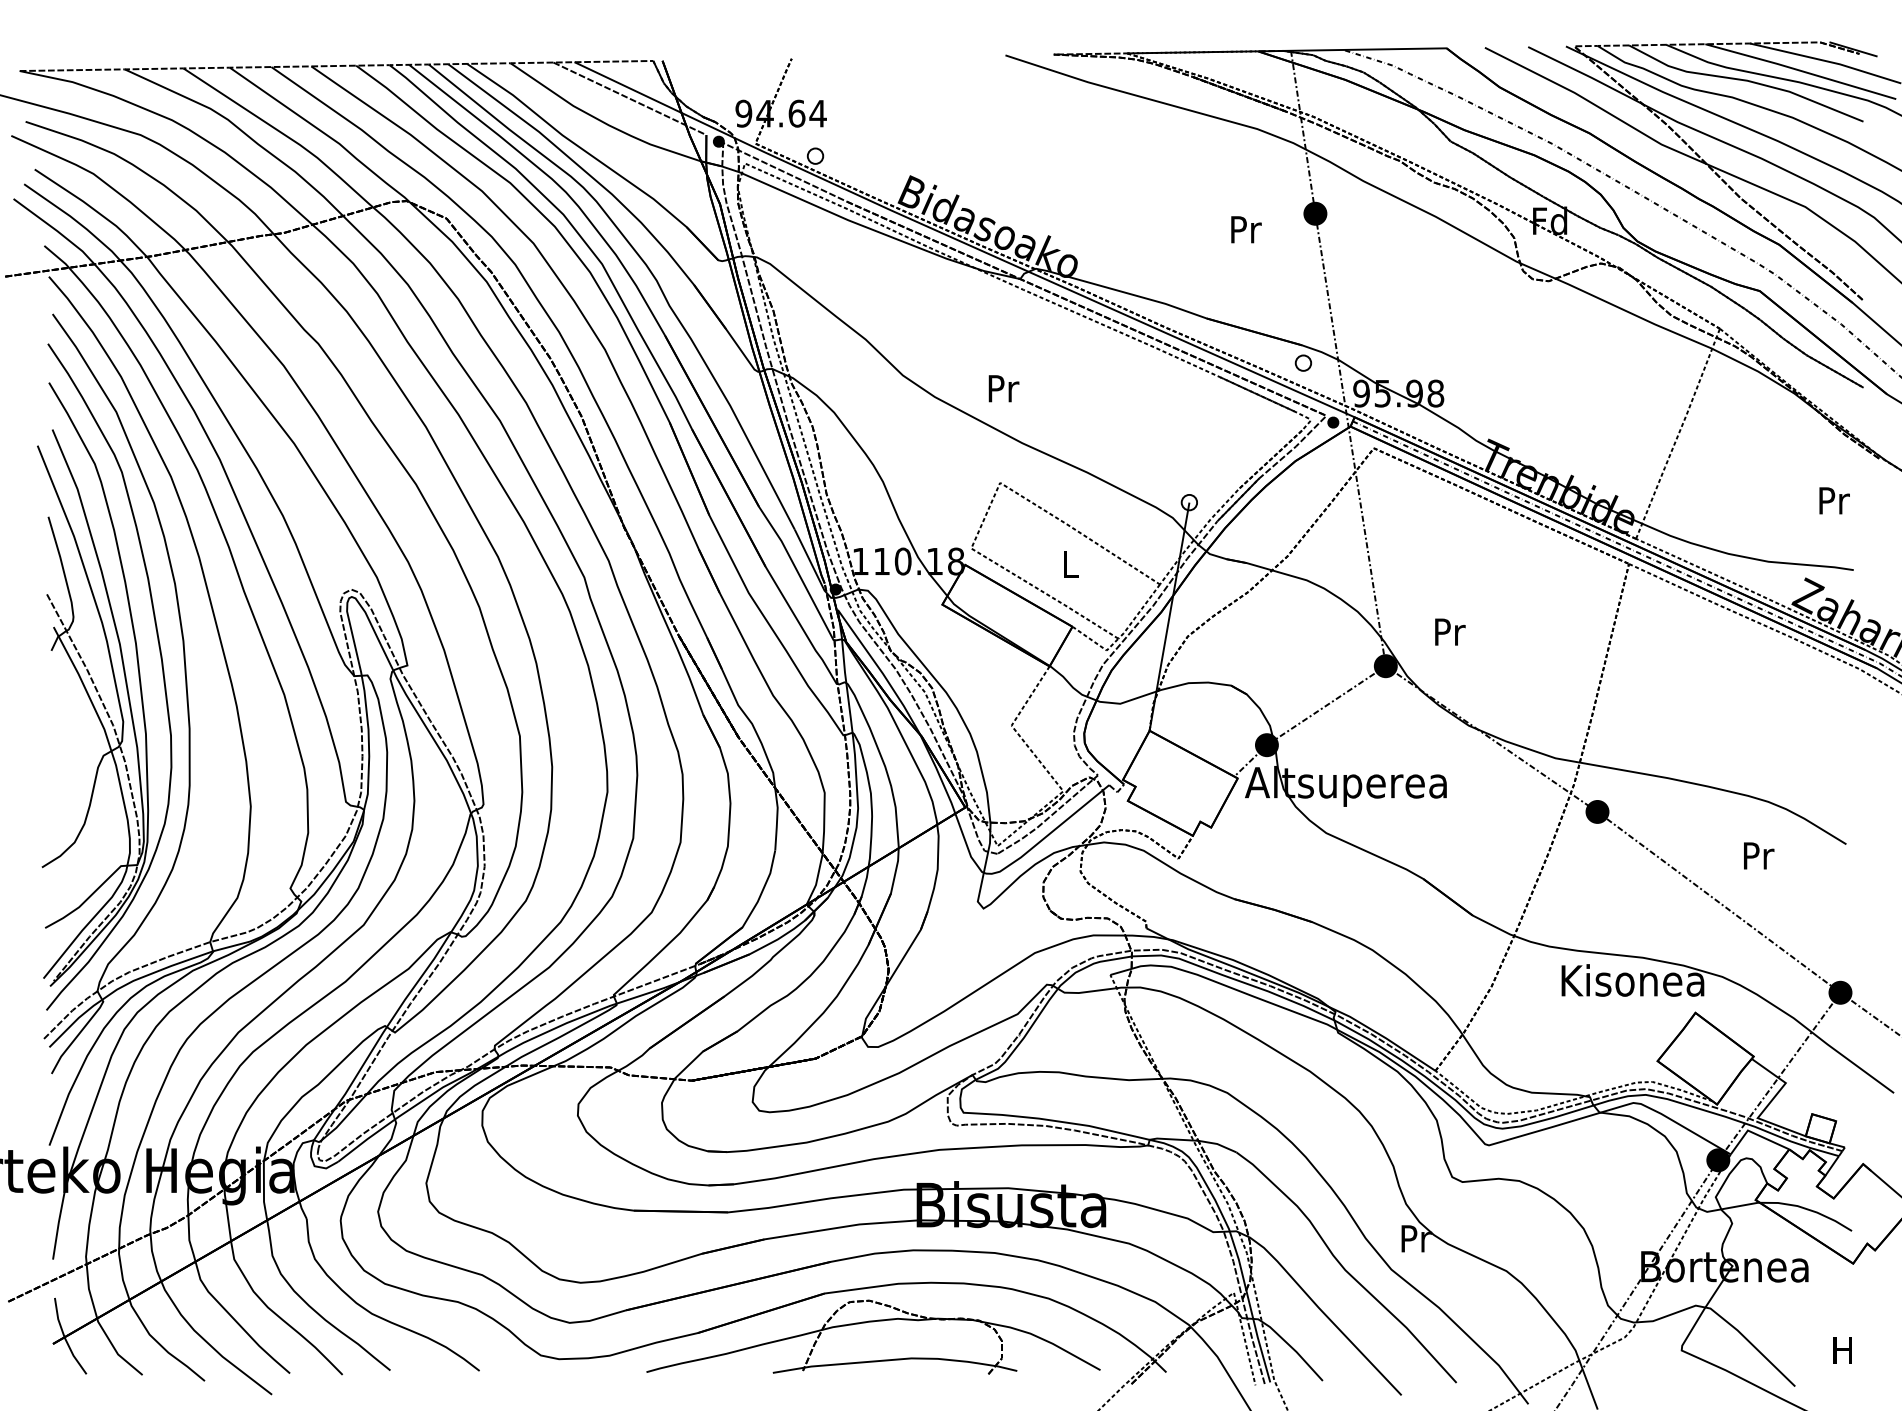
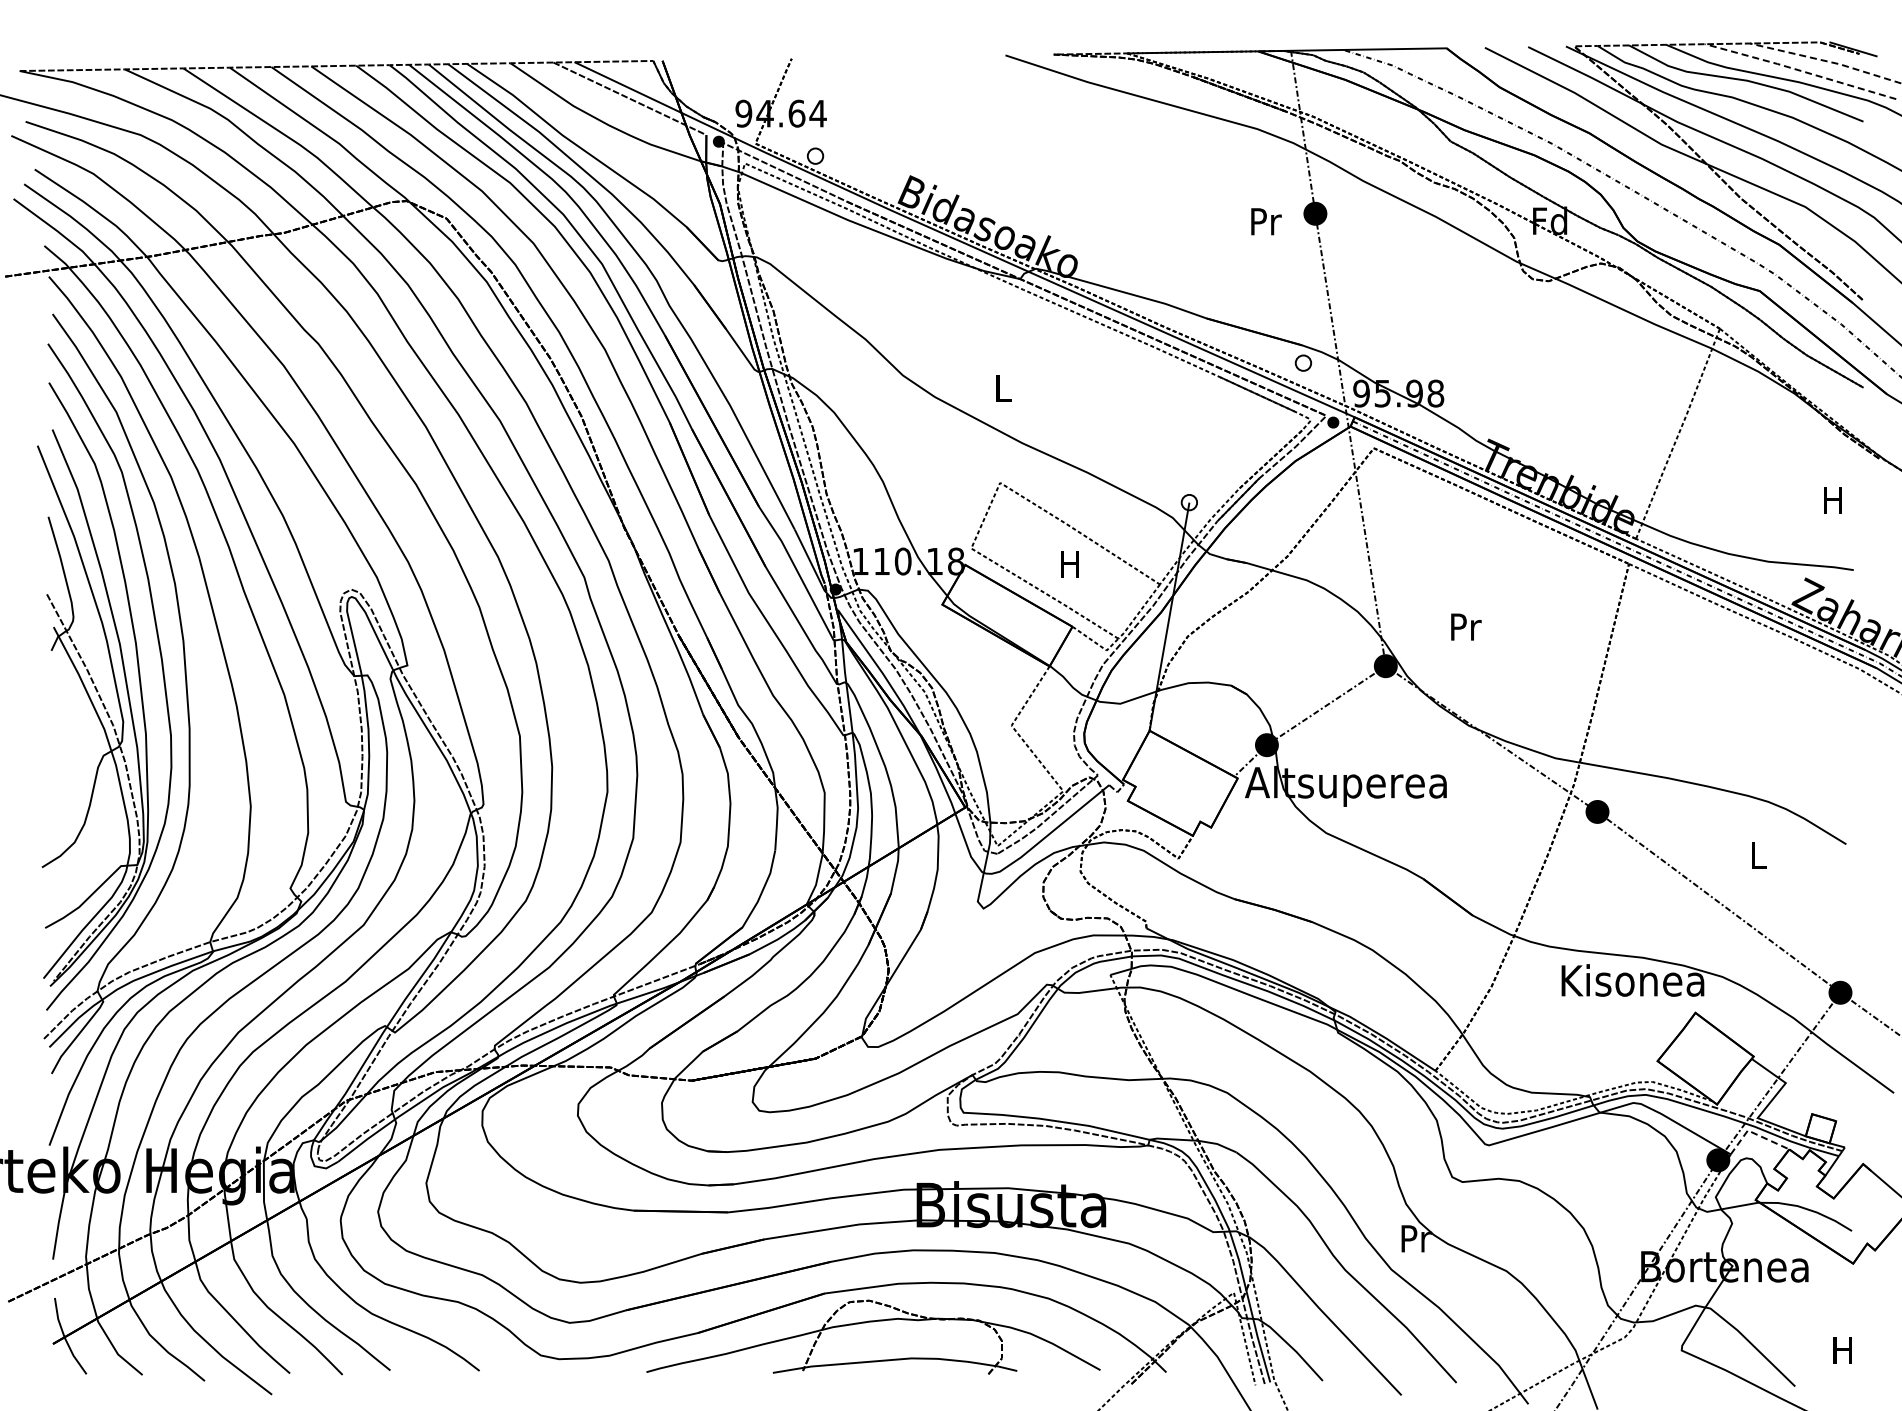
line at (1826, 61): solid -> dashed
line at (1800, 70): solid -> dashed
text at (1246, 229) position: (1246, 229) -> (1266, 221)
text at (1003, 388): Pr -> L
text at (1834, 500): Pr -> H
text at (1069, 564): L -> H
text at (1450, 631) position: (1450, 631) -> (1466, 626)
text at (1759, 855): Pr -> L
line at (1755, 1133): solid -> dashed
